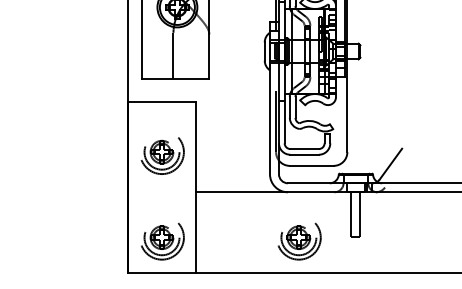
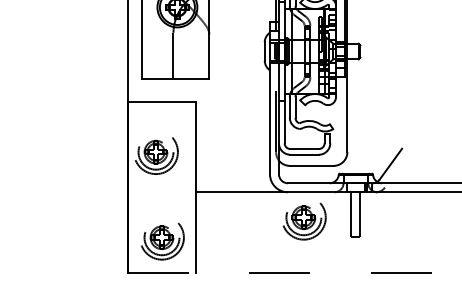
part at (162, 155) position: (162, 155) -> (156, 155)
part at (299, 241) position: (299, 241) -> (304, 221)
line at (294, 273): solid -> dashed
